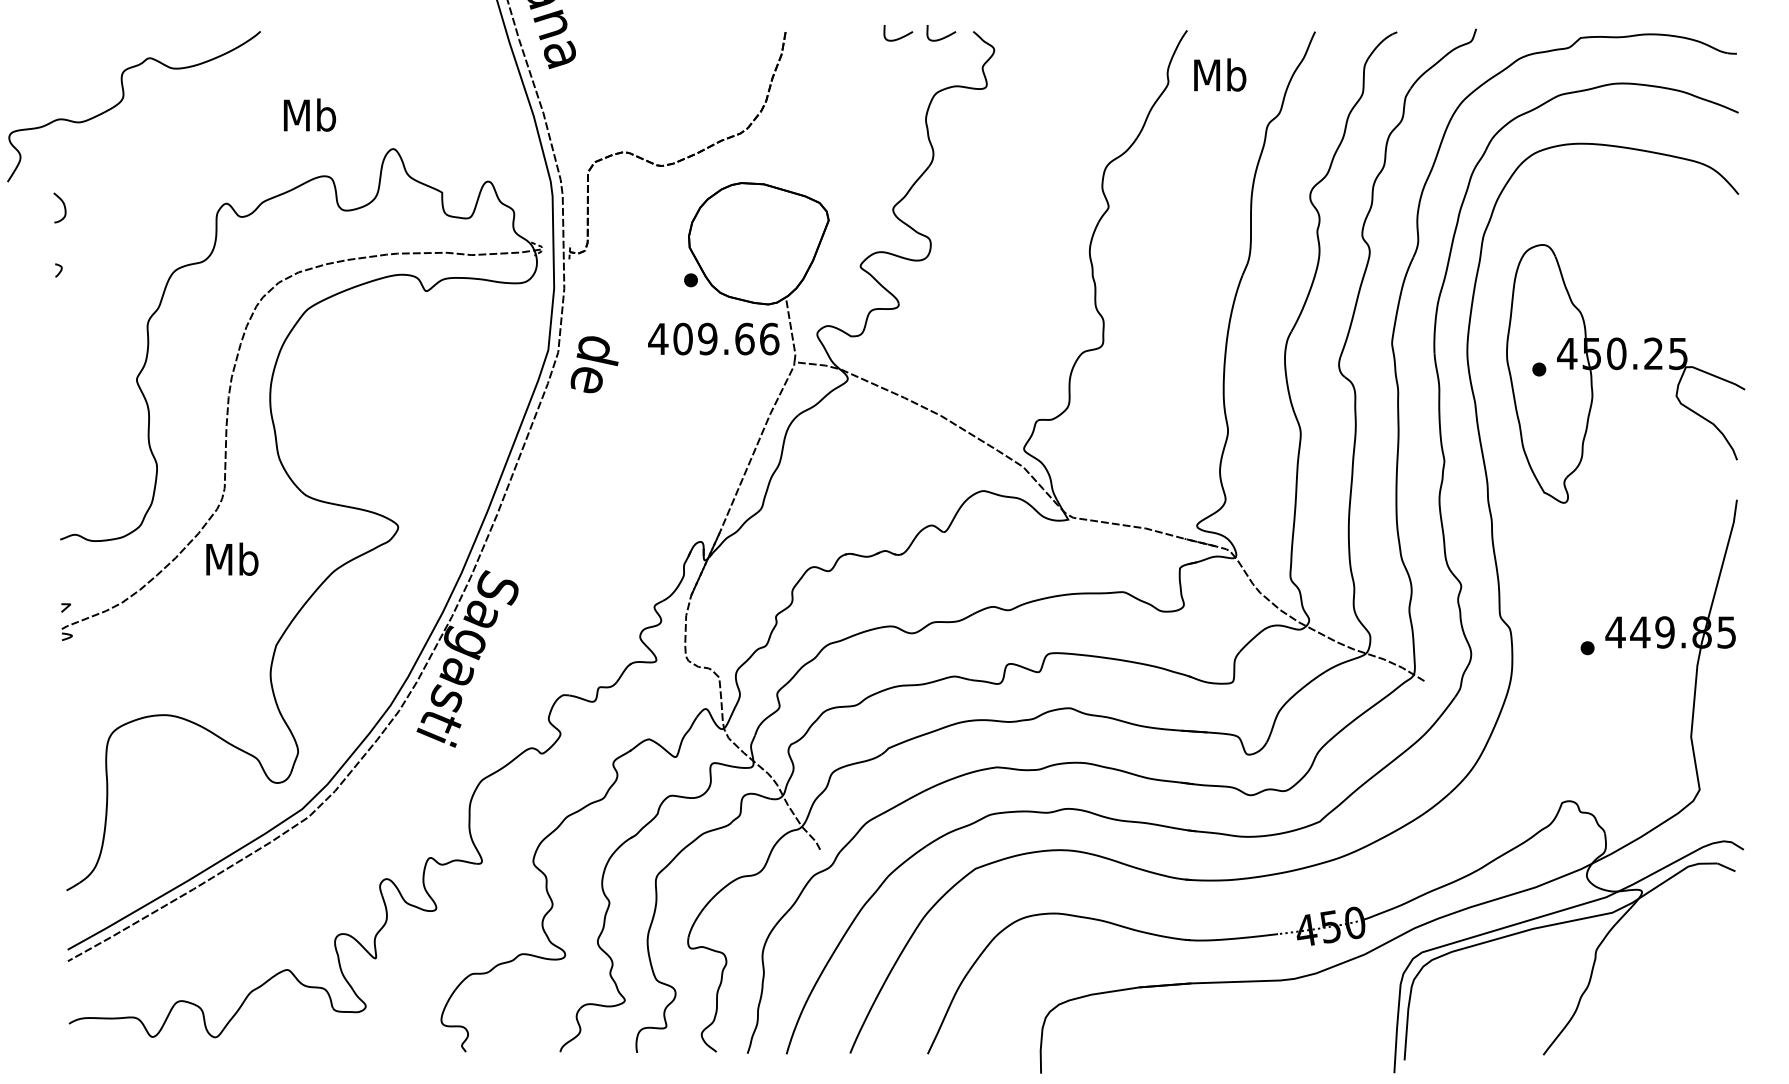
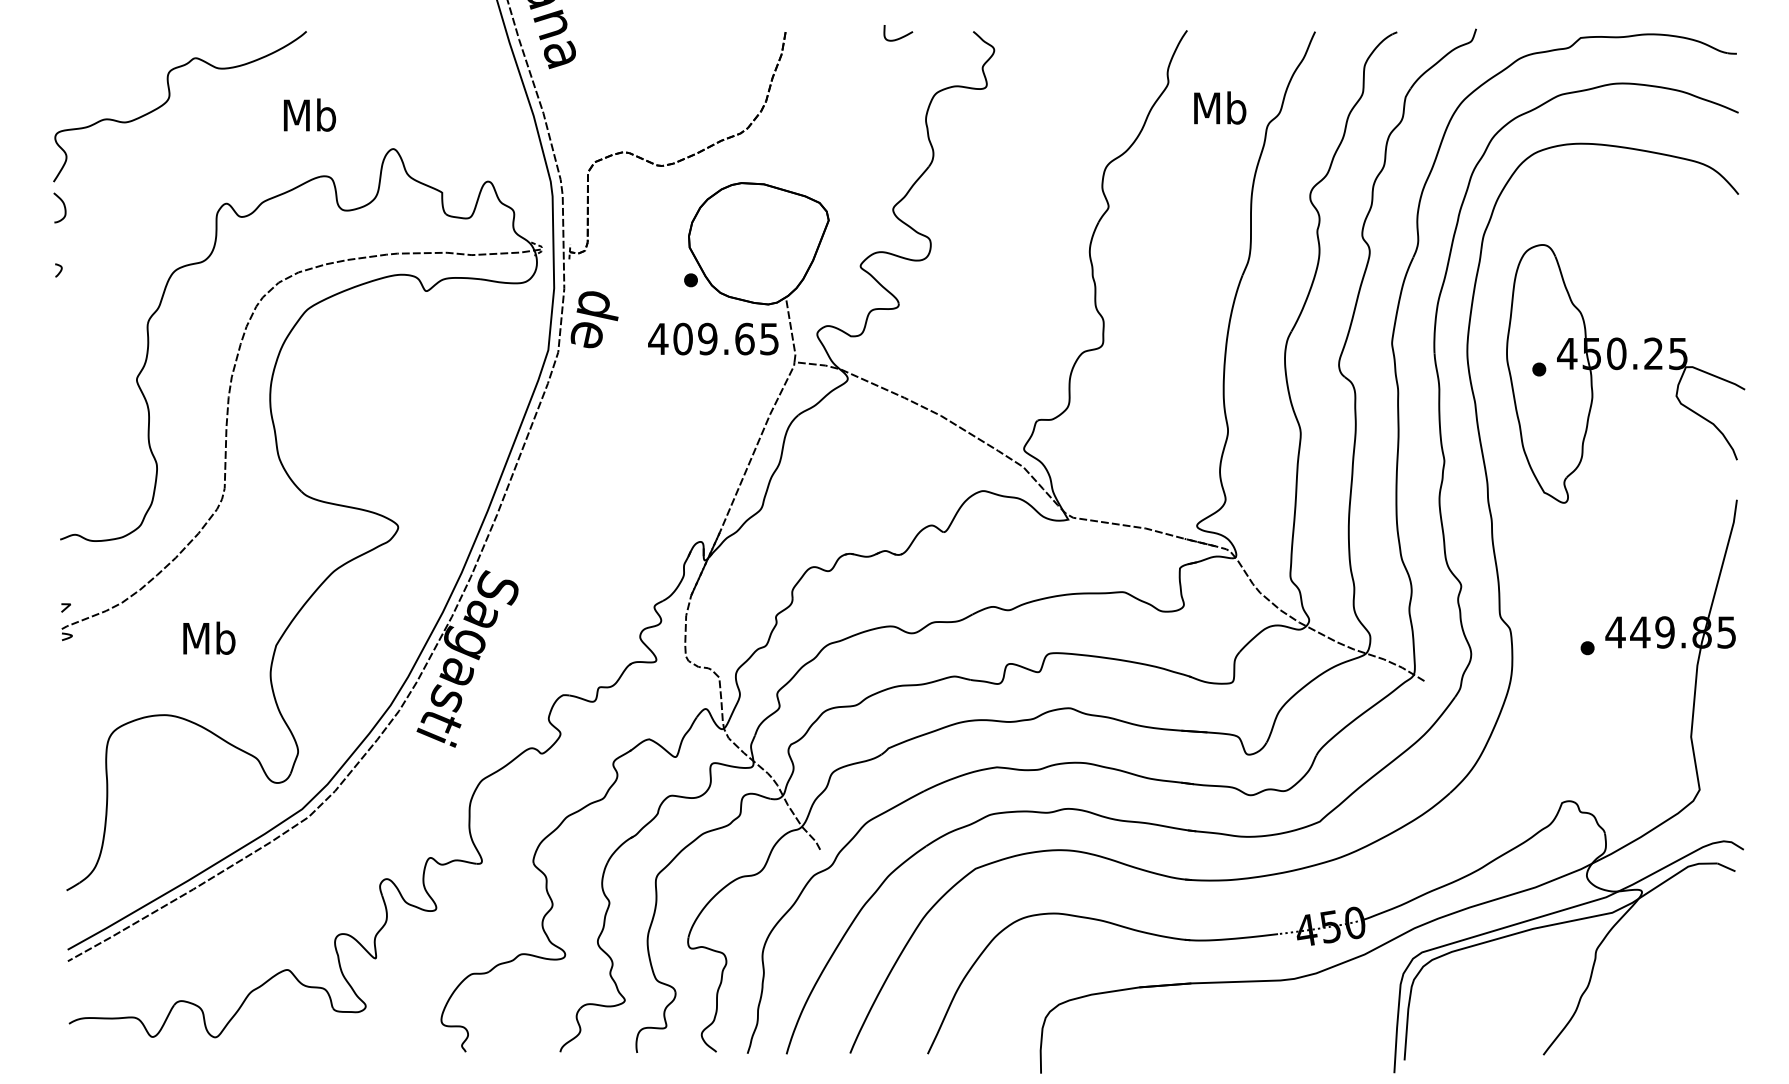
curve at (942, 37): present -> none
text at (1220, 74) position: (1220, 74) -> (1220, 107)
part at (123, 99) position: (123, 99) -> (169, 99)
text at (769, 338): 409.66 -> 409.65
text at (594, 364) position: (594, 364) -> (594, 319)
text at (232, 558) position: (232, 558) -> (209, 637)
